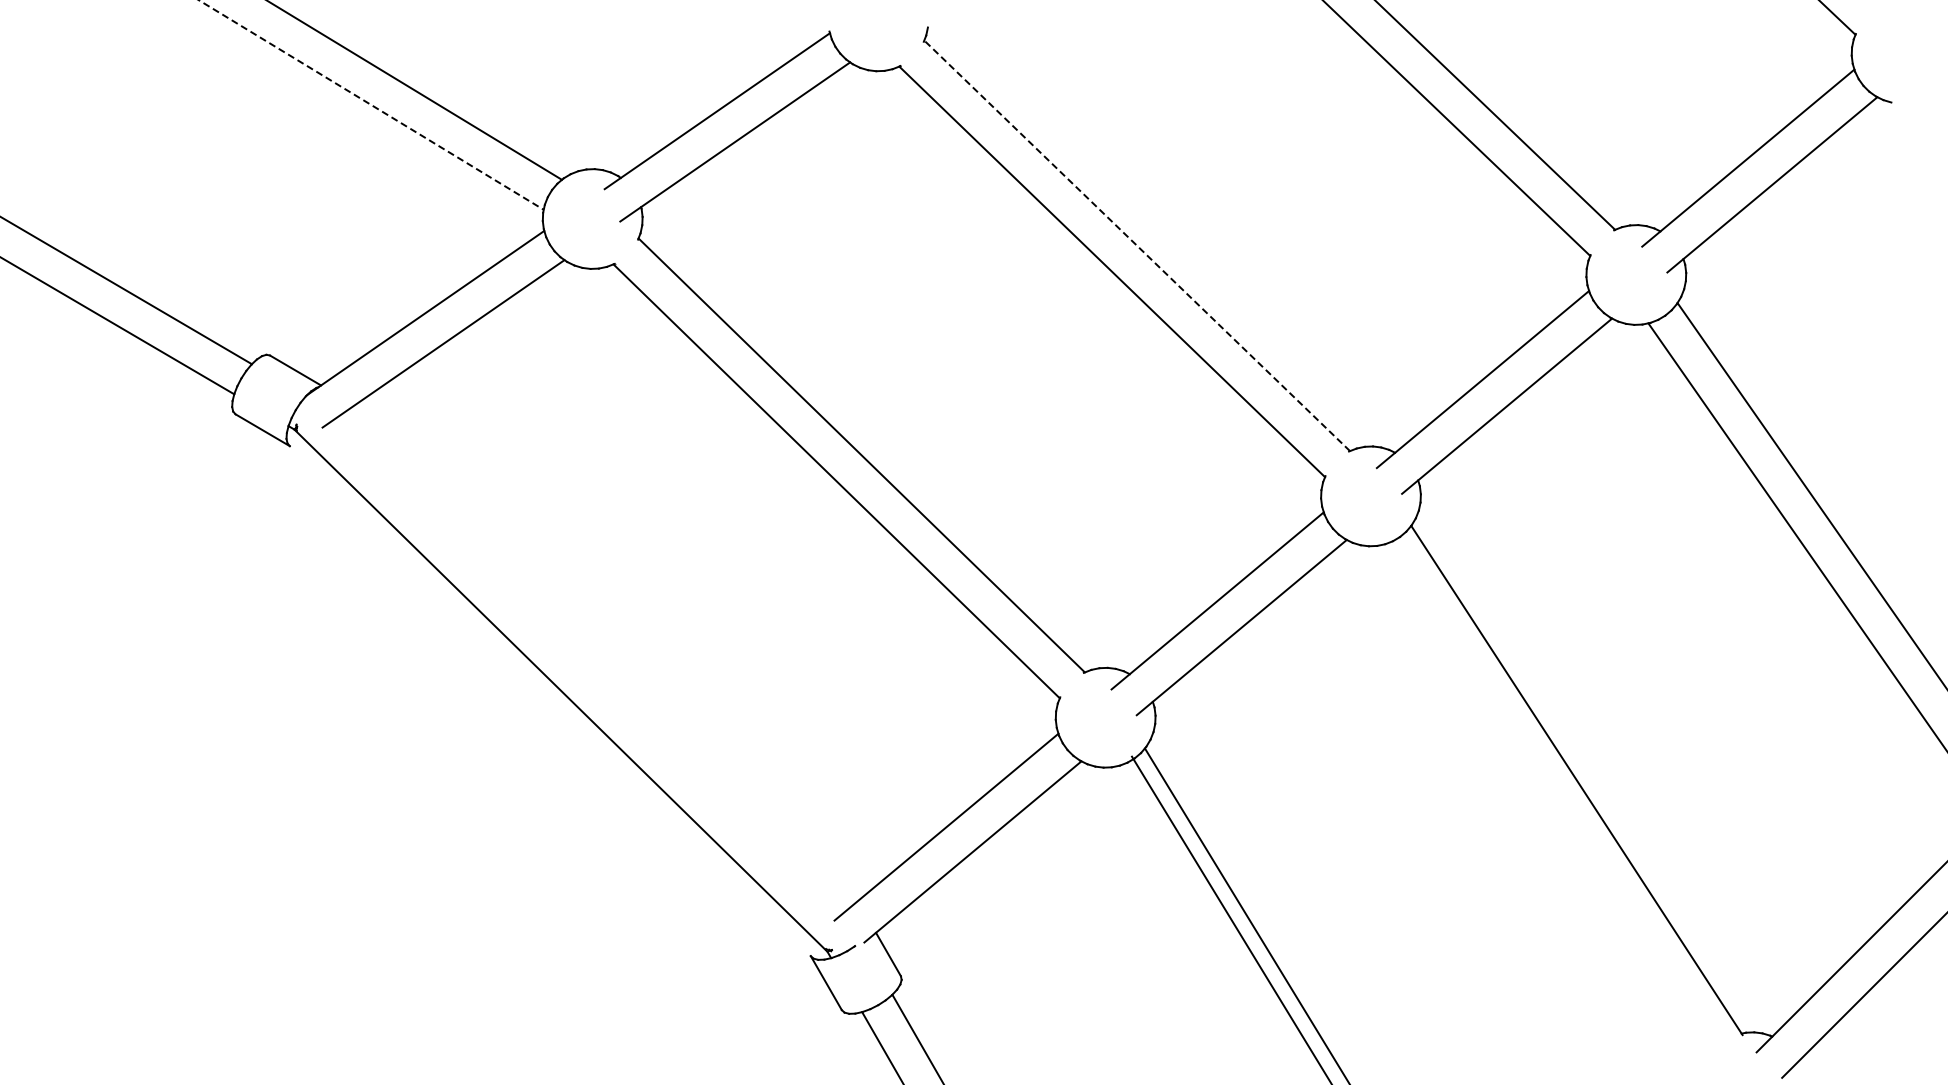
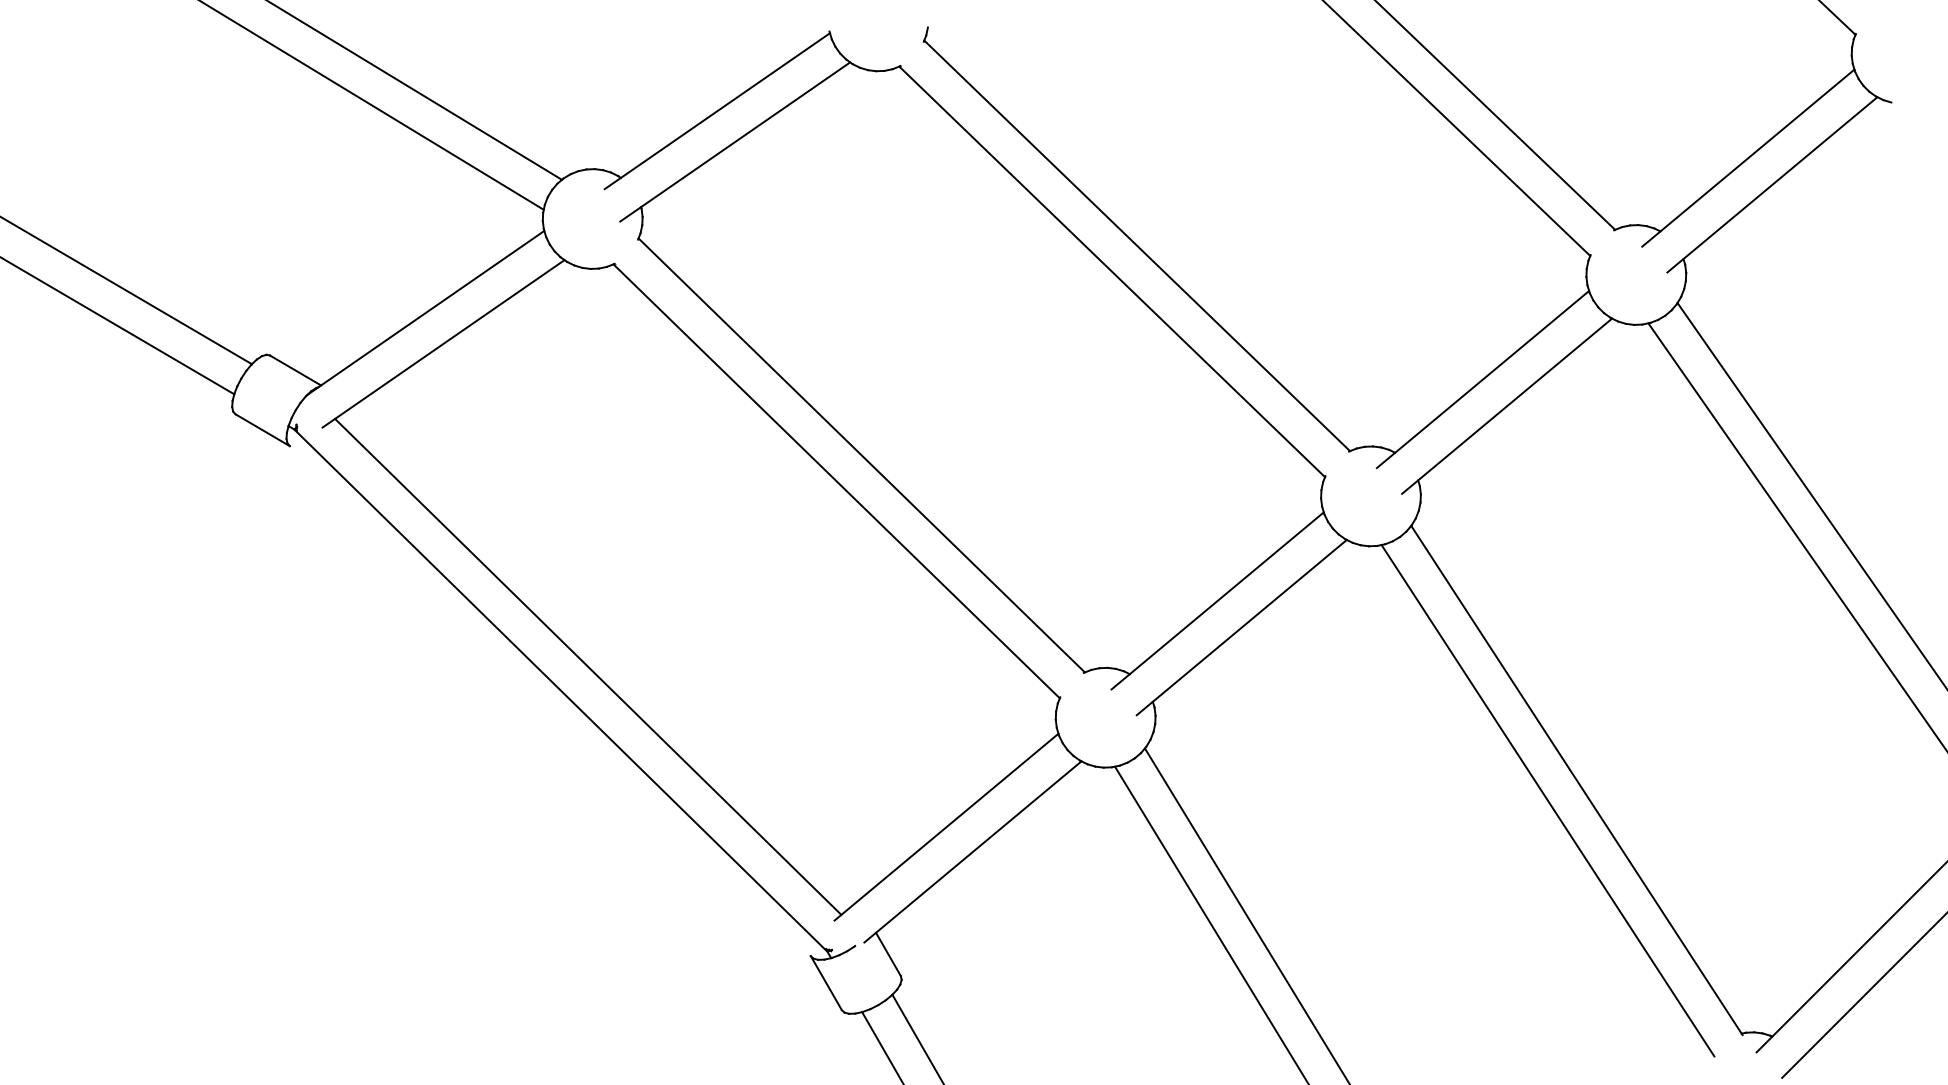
line at (371, 105): dashed -> solid
line at (1137, 245): dashed -> solid
line at (588, 666): none -> present
line at (1547, 800): none -> present
line at (1230, 918) position: (1230, 918) -> (1210, 923)
